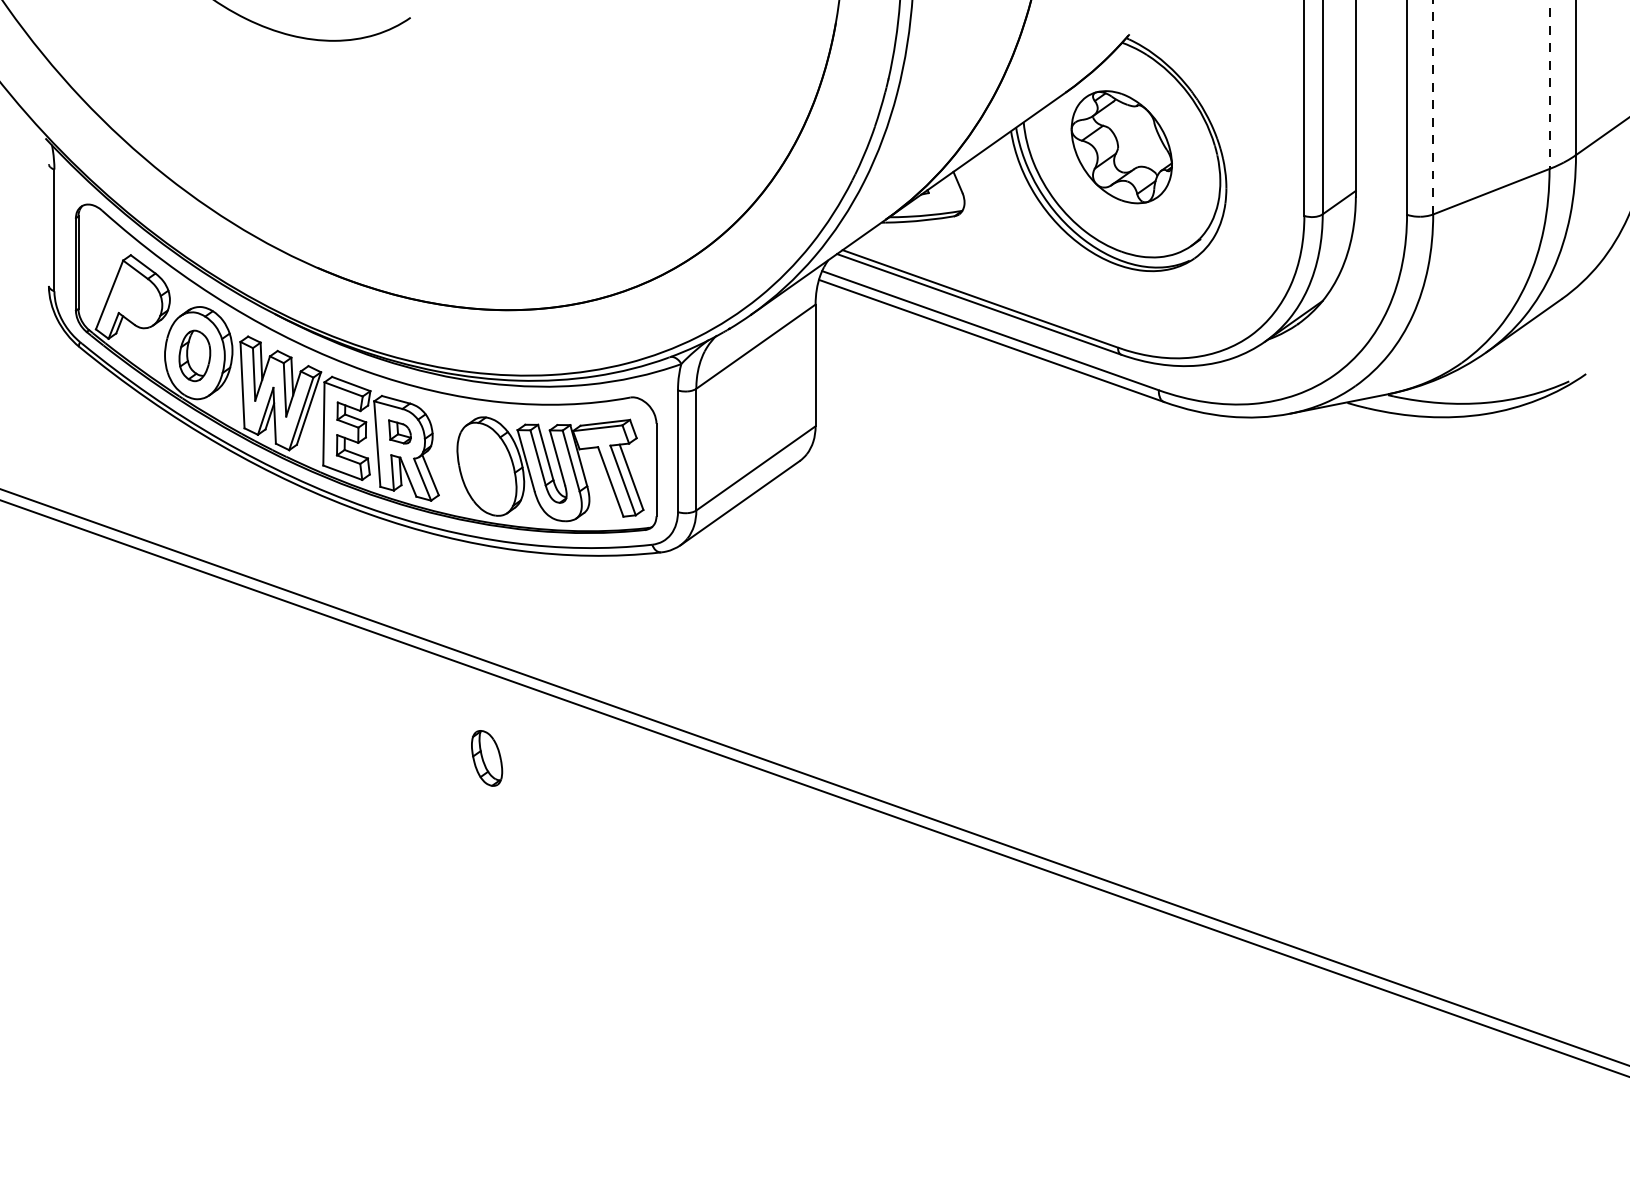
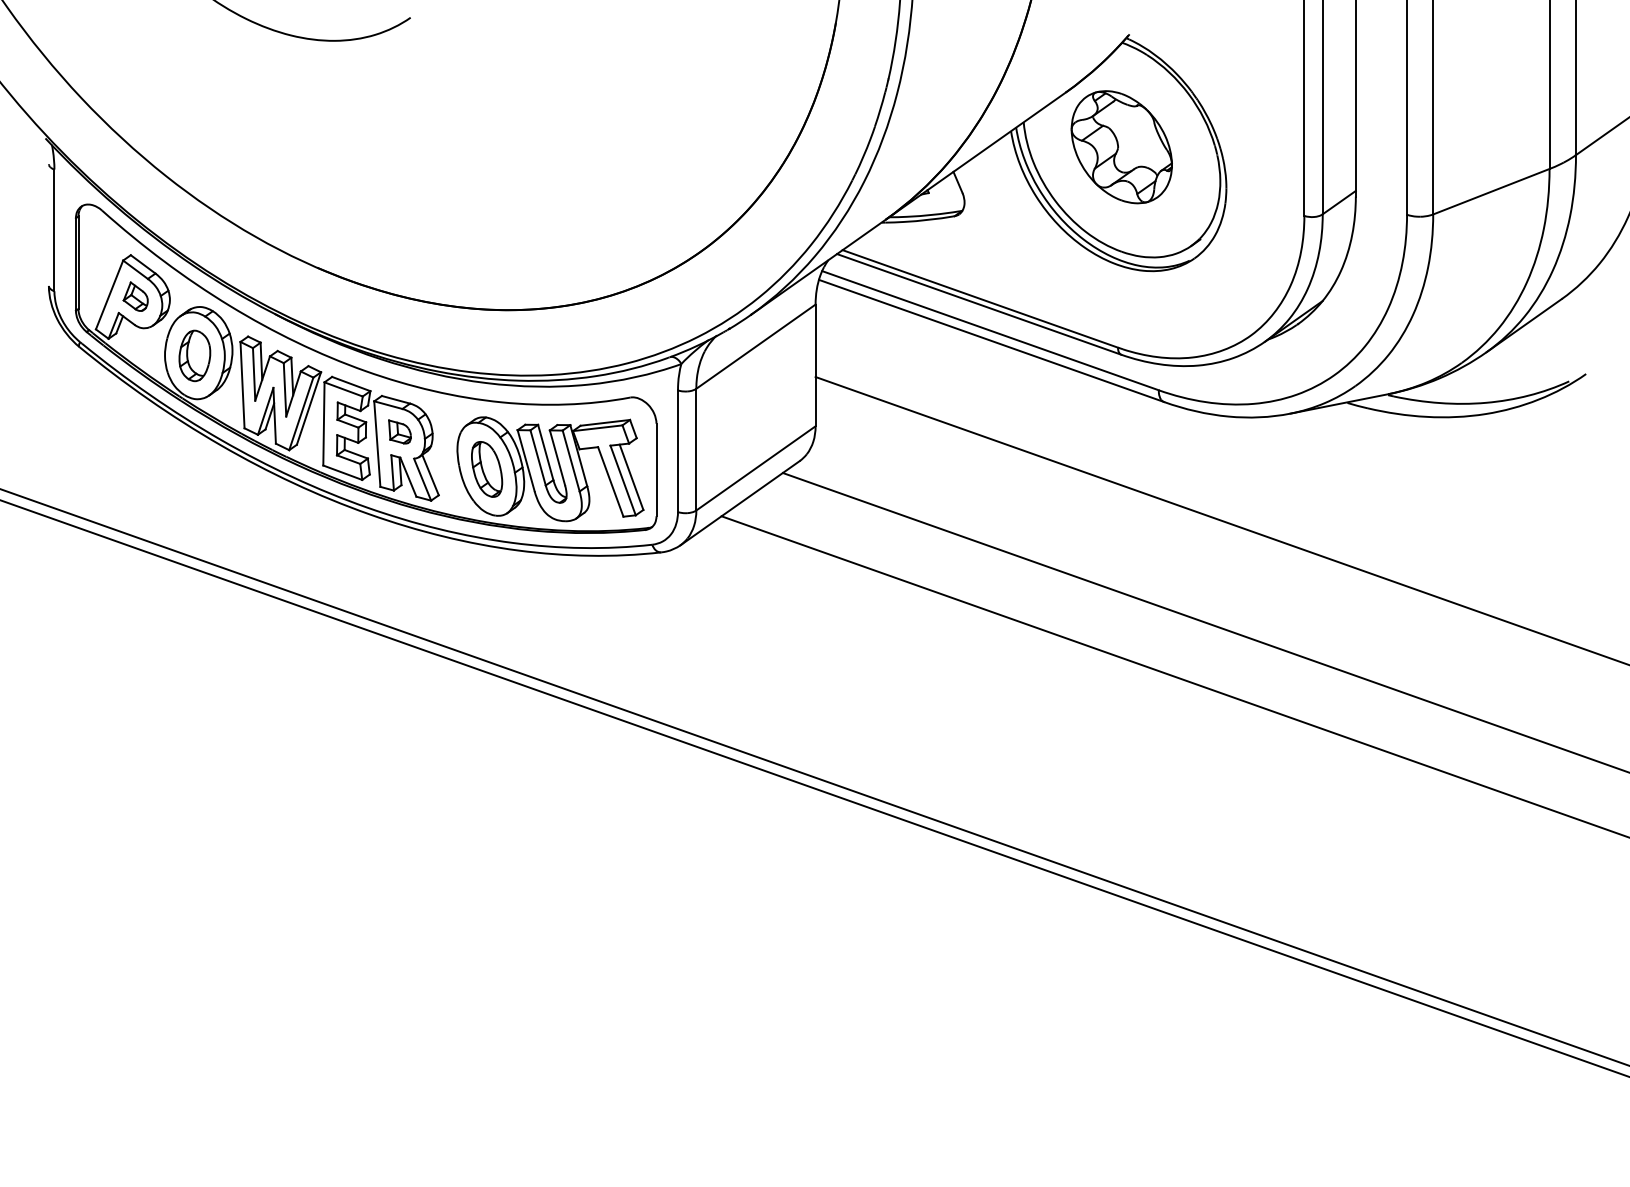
line at (1549, 85): dashed -> solid
line at (1433, 107): dashed -> solid
part at (135, 296): none -> present
line at (1220, 520): none -> present
line at (1204, 622): none -> present
line at (1173, 676): none -> present
part at (487, 758) position: (487, 758) -> (487, 469)
